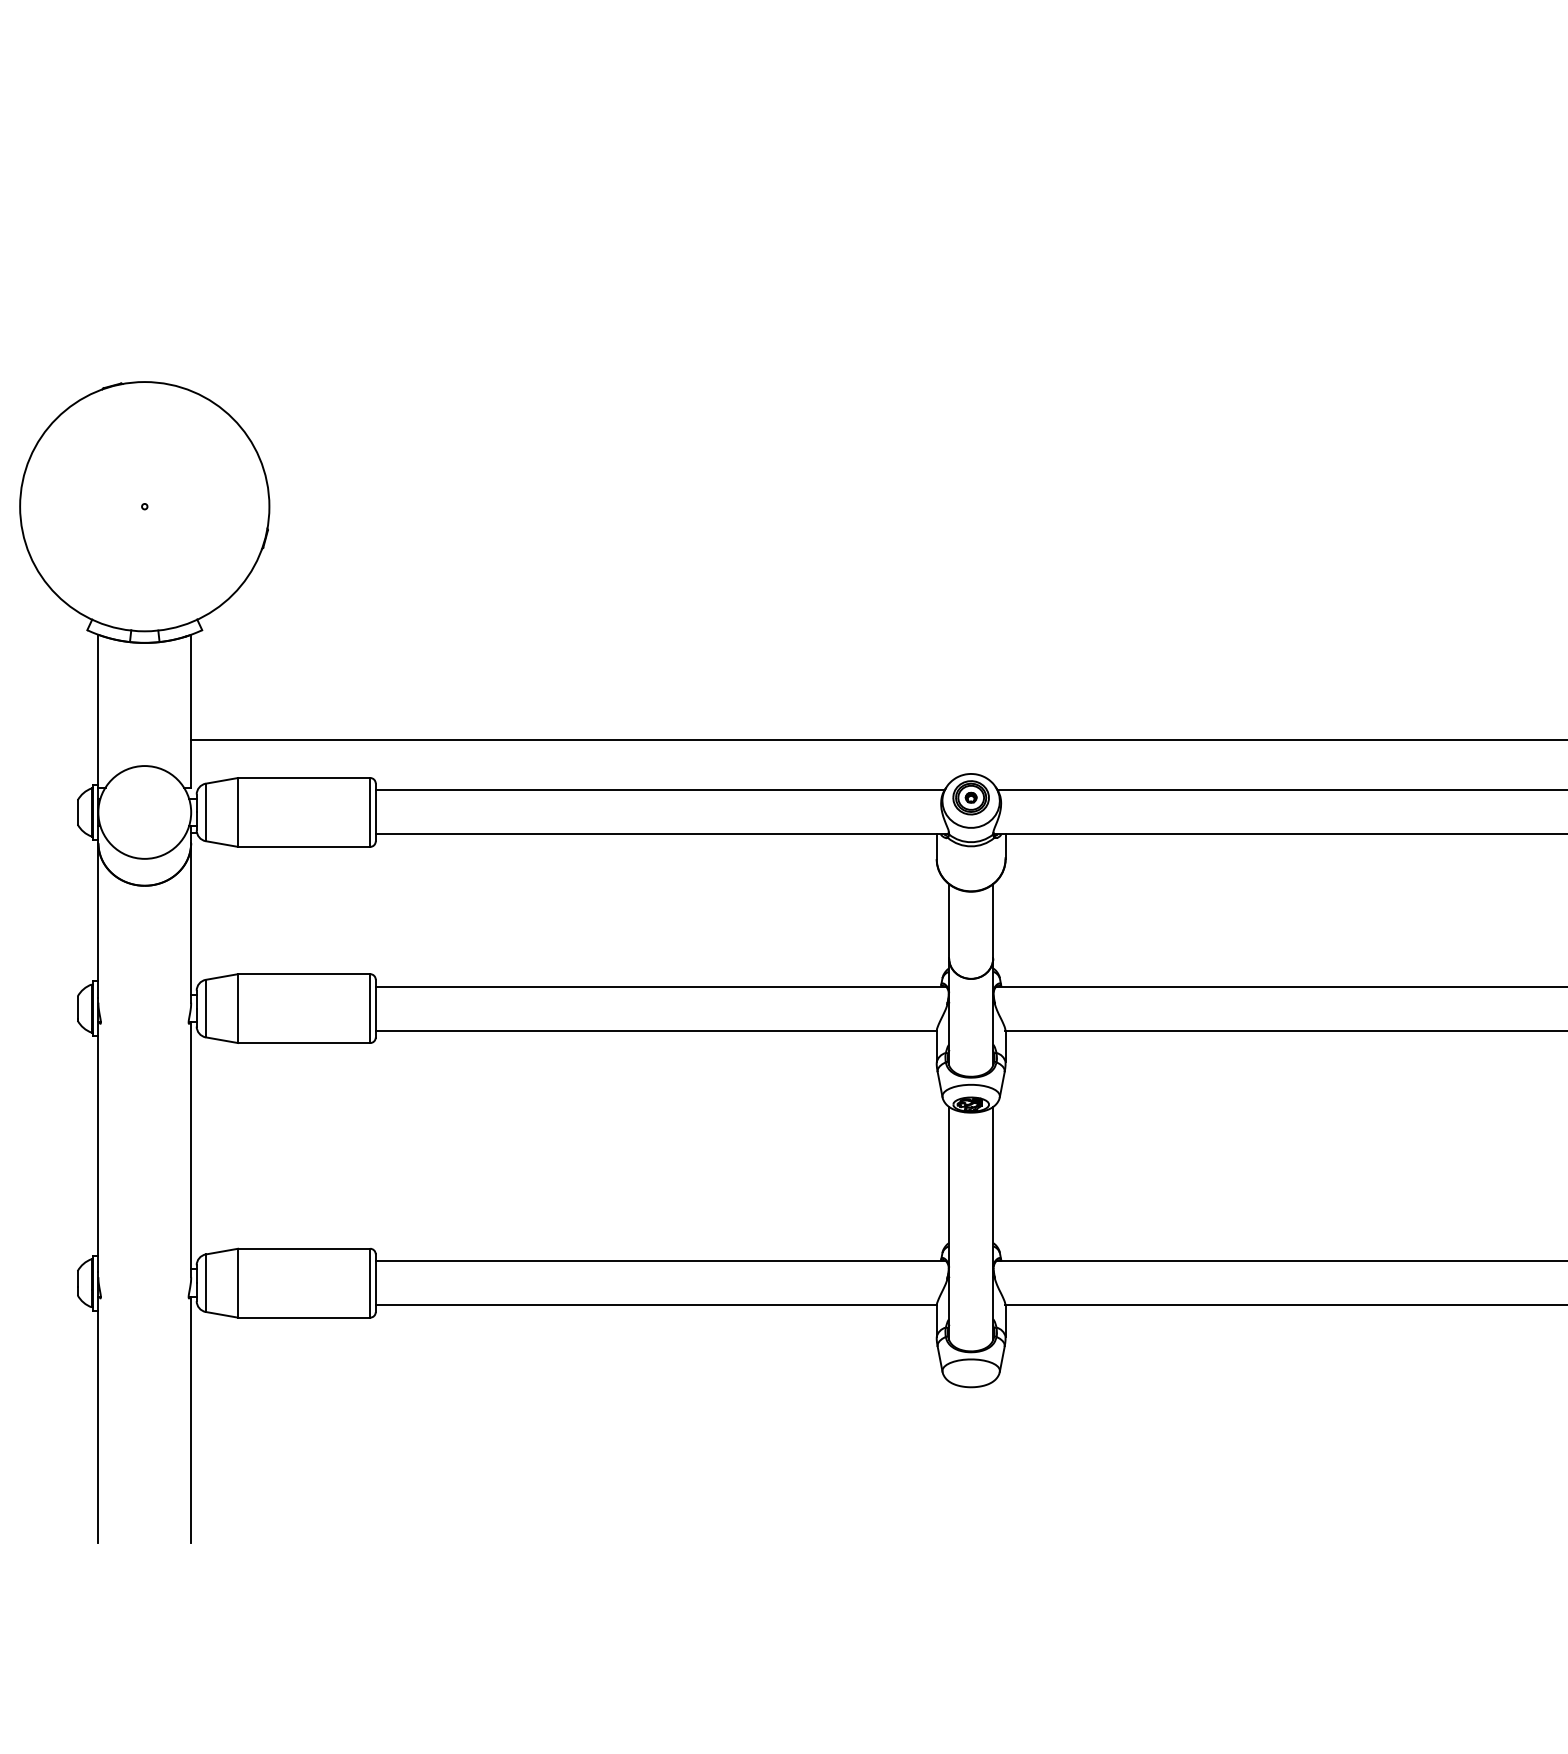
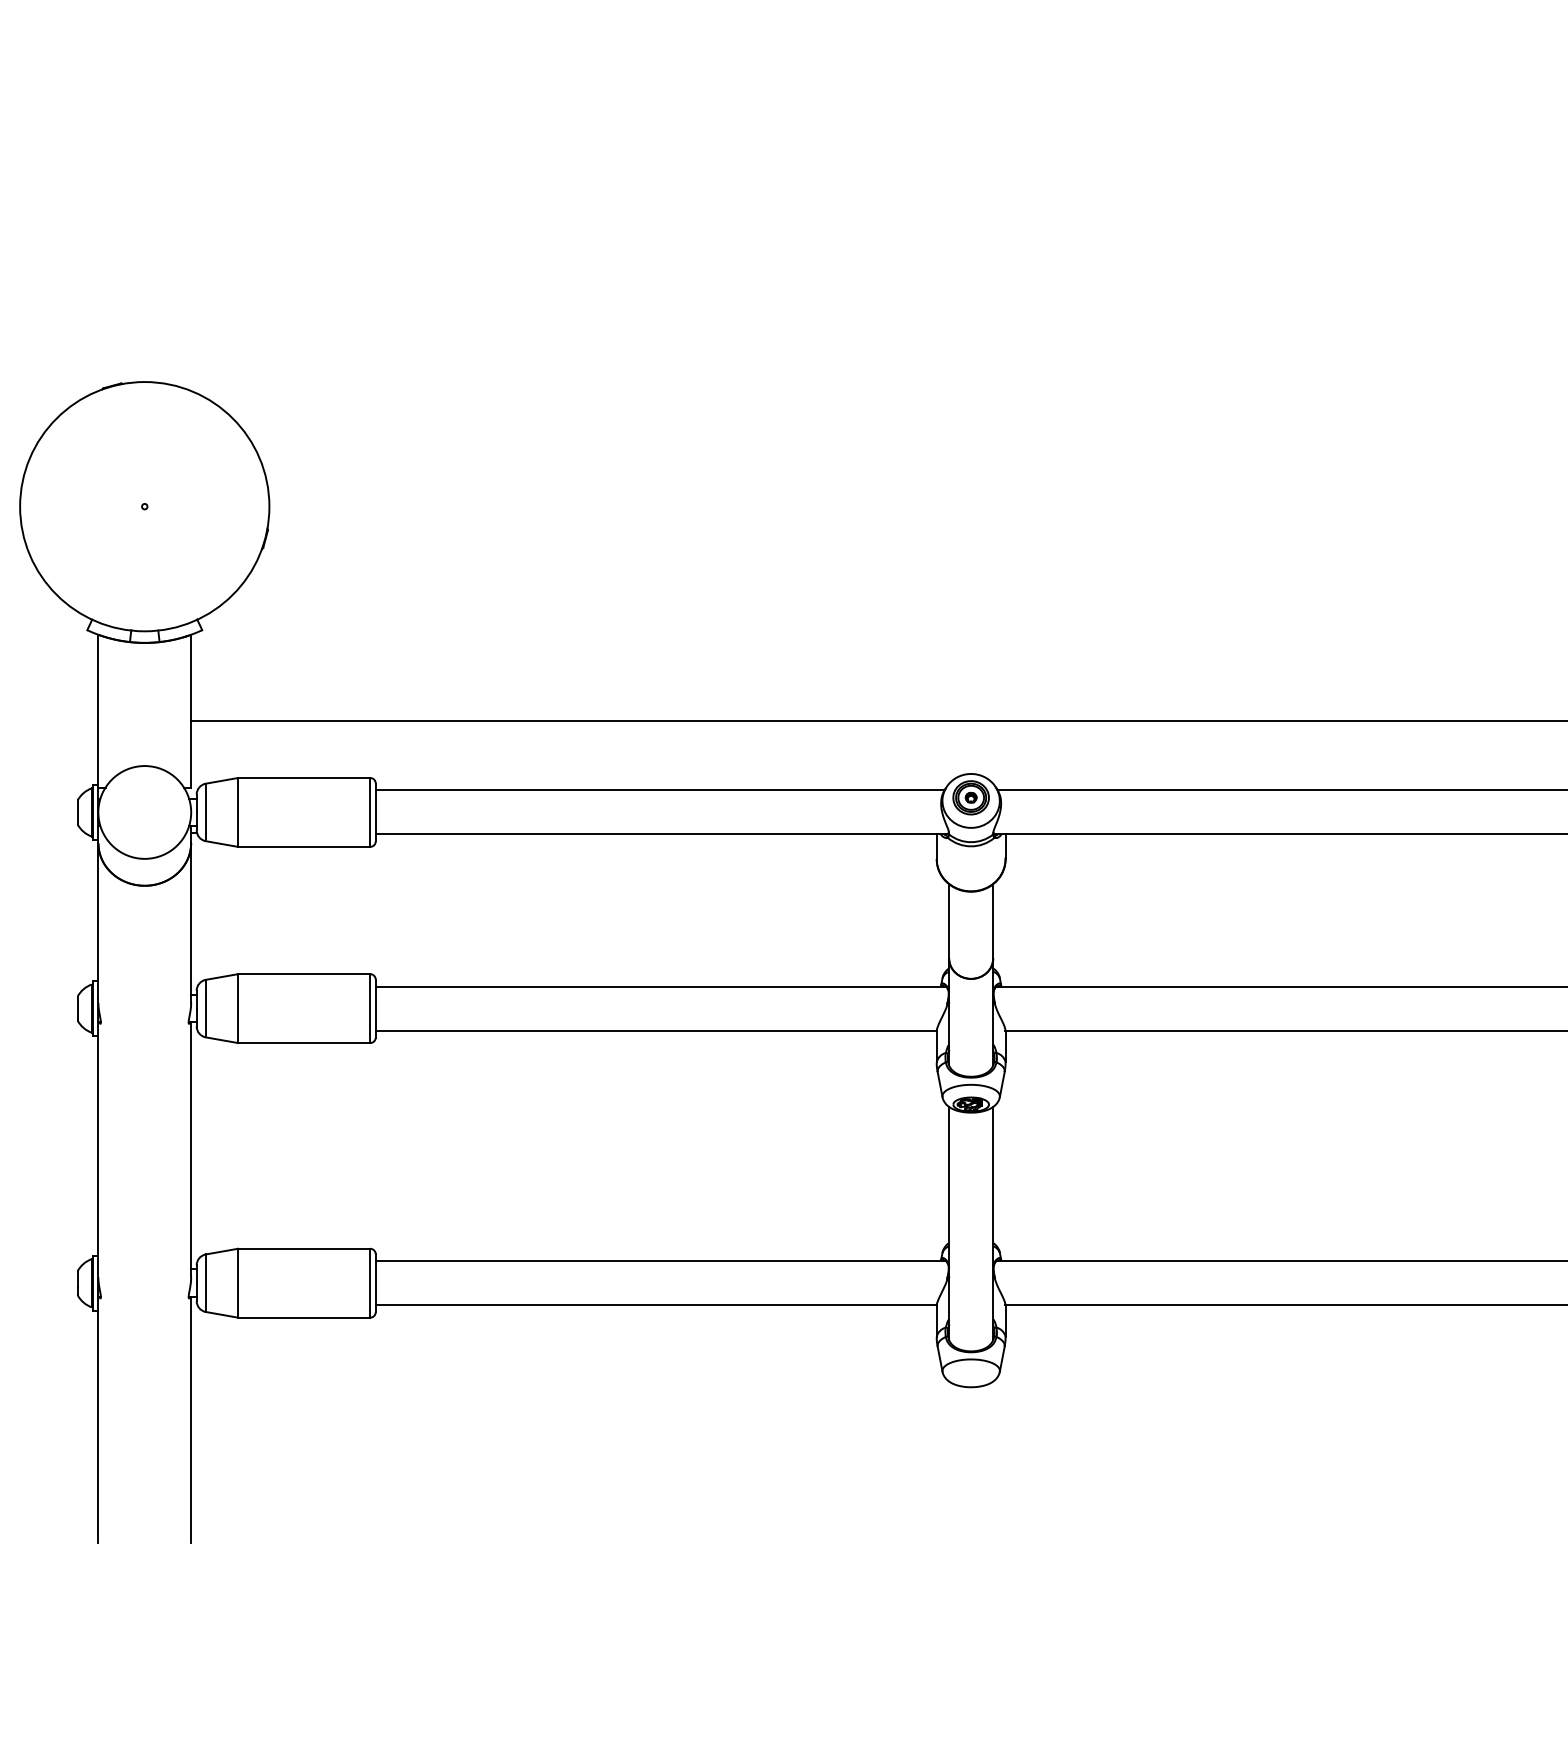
line at (877, 739) position: (877, 739) -> (877, 720)
